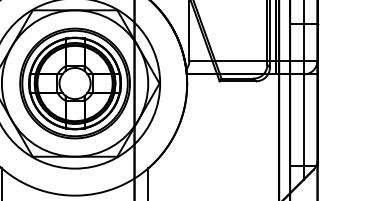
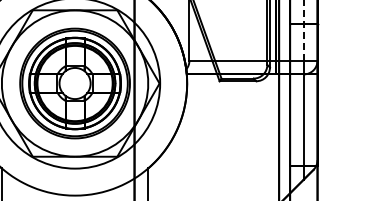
line at (303, 30): solid -> dashed
